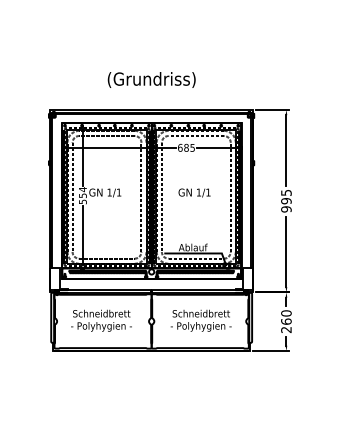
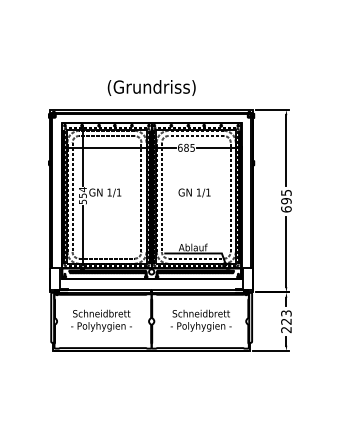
text at (151, 79) position: (151, 79) -> (151, 87)
text at (286, 209): 995 -> 695
text at (286, 317): 260 -> 223
